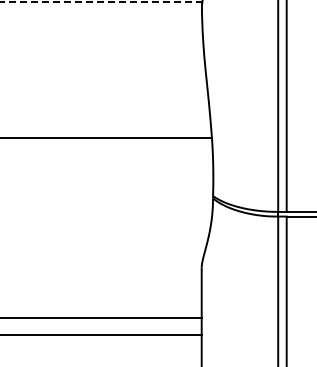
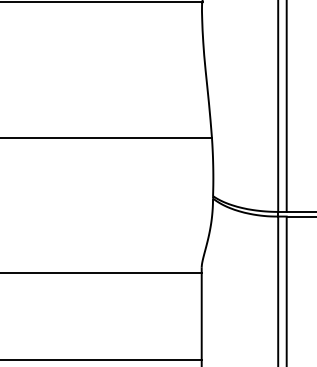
line at (101, 1): dashed -> solid
line at (101, 318) position: (101, 318) -> (101, 273)
line at (101, 334) position: (101, 334) -> (101, 359)
